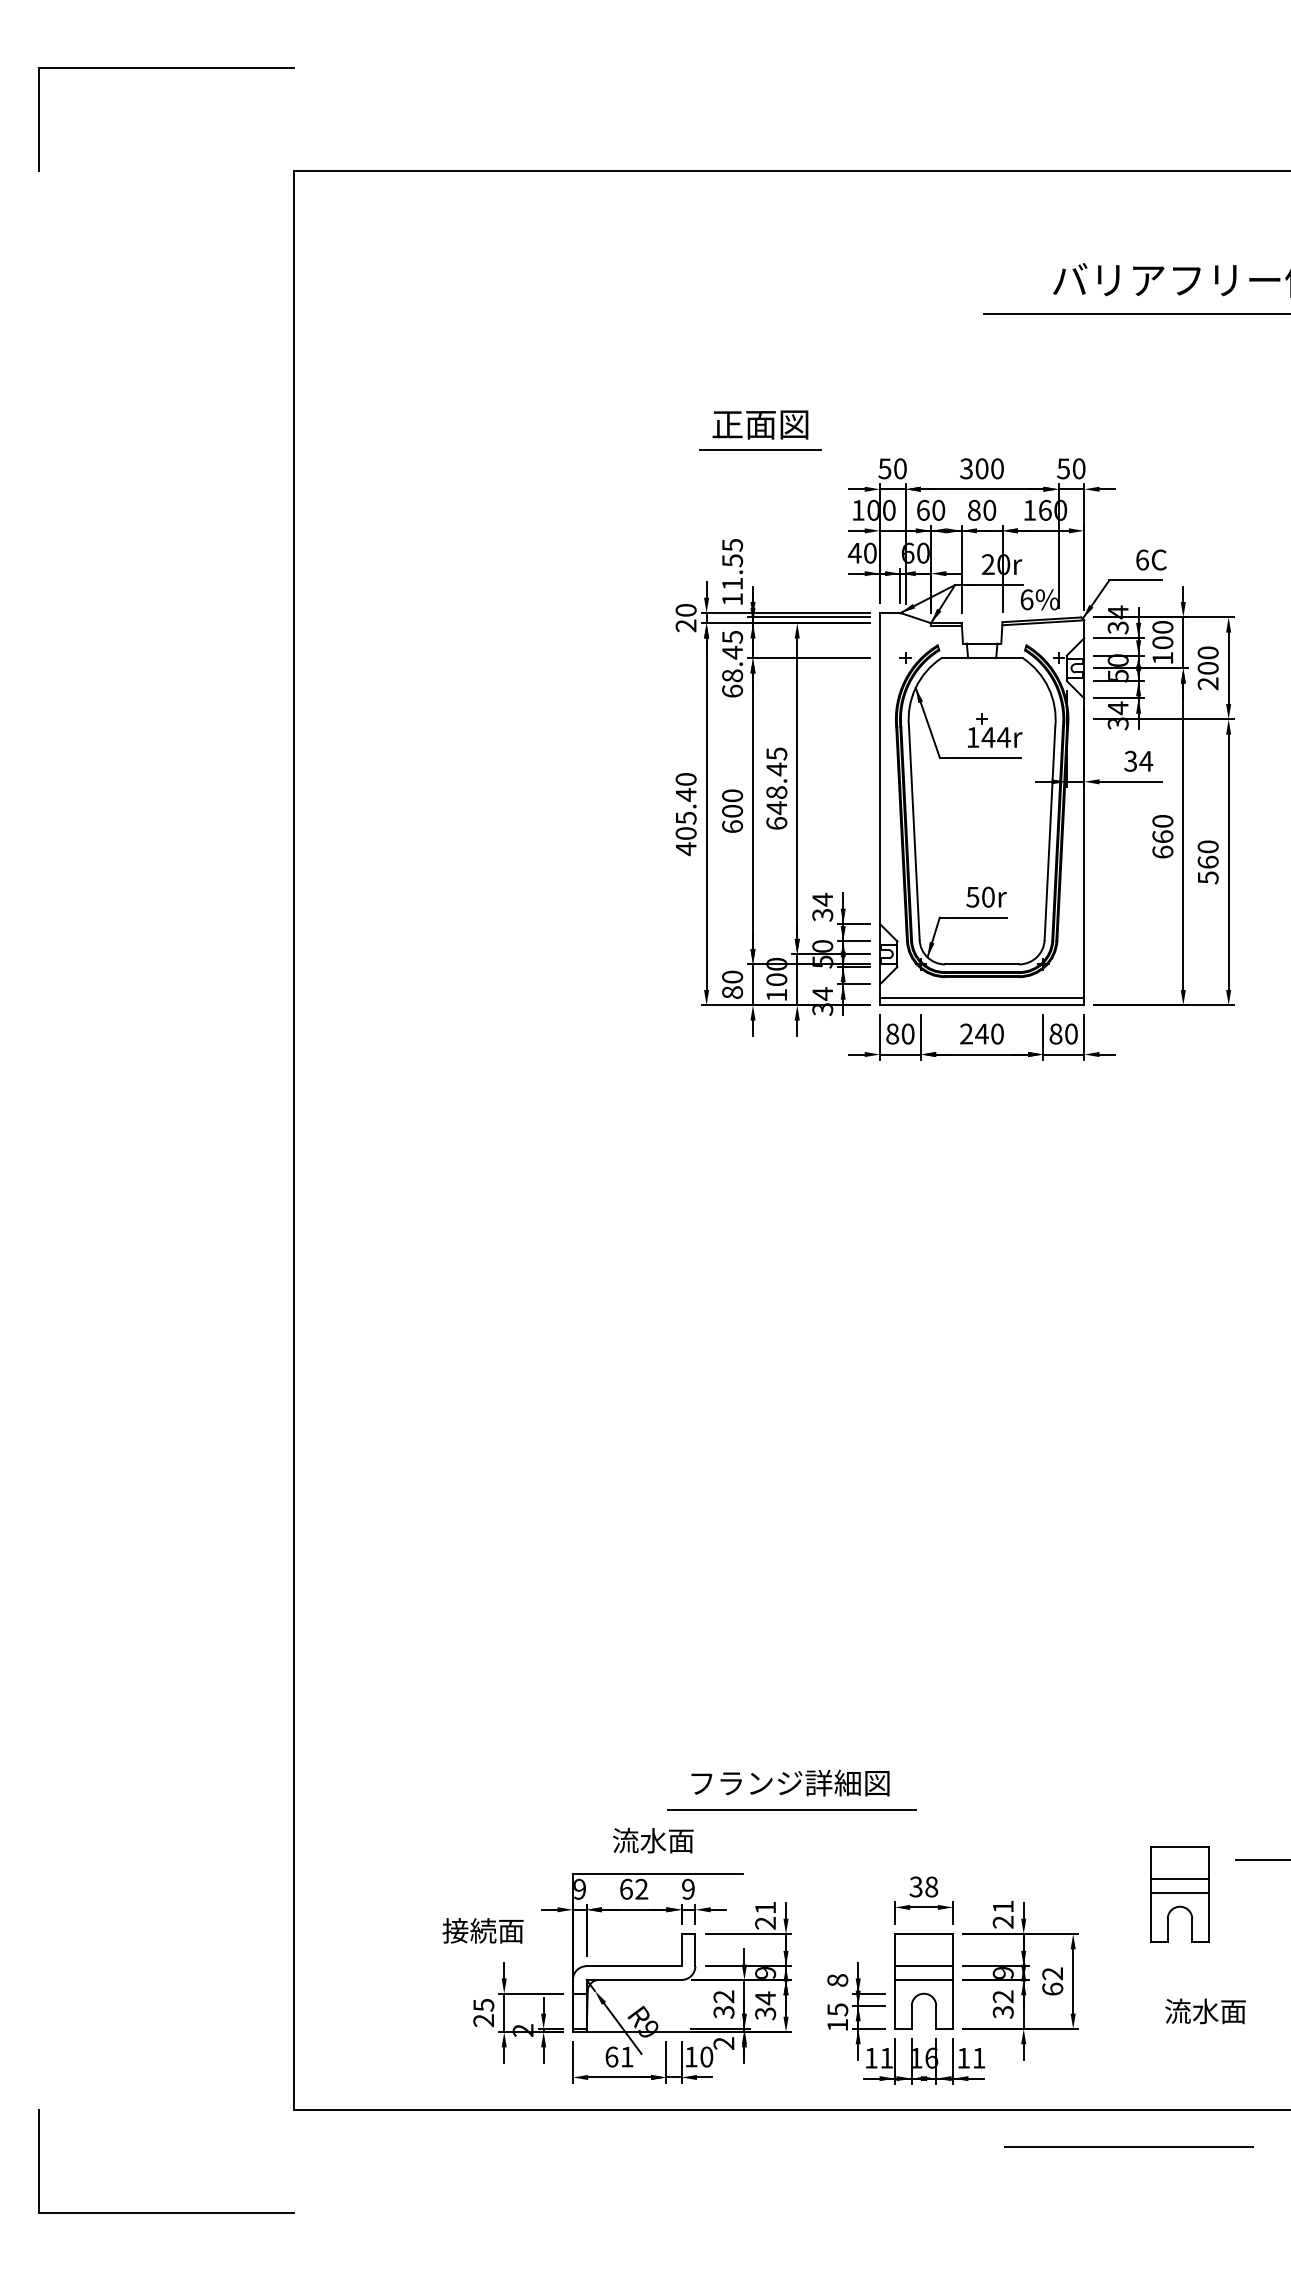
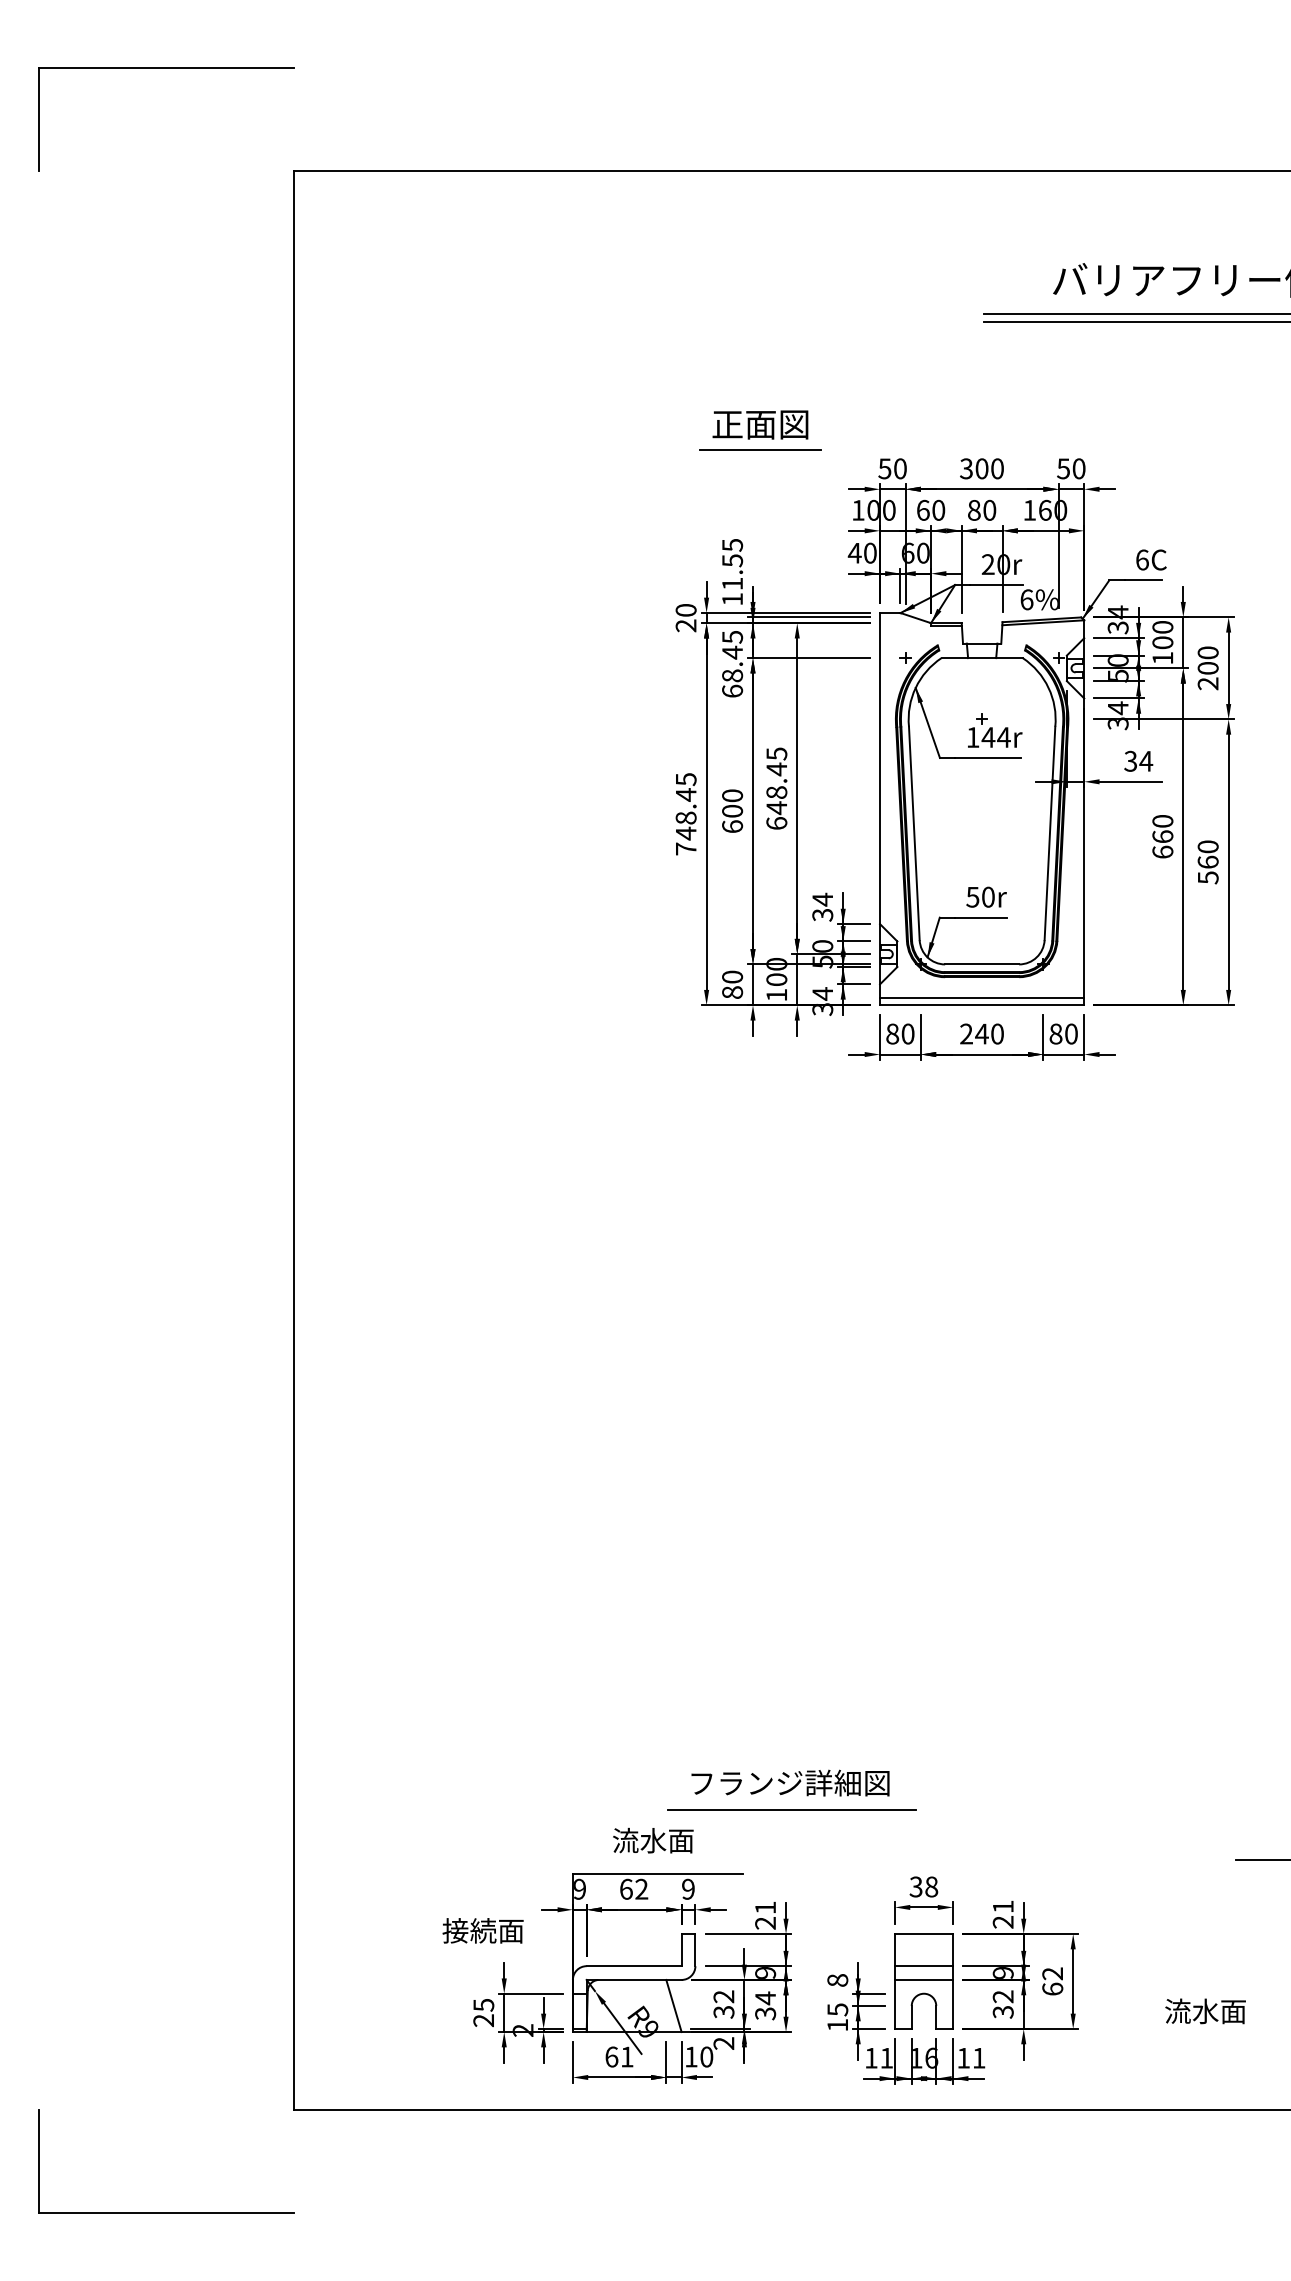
line at (1135, 322): none -> present
text at (685, 814): 405.40 -> 748.45
part at (1179, 1894): present -> none
line at (673, 2005): none -> present
line at (1128, 2146): present -> none
